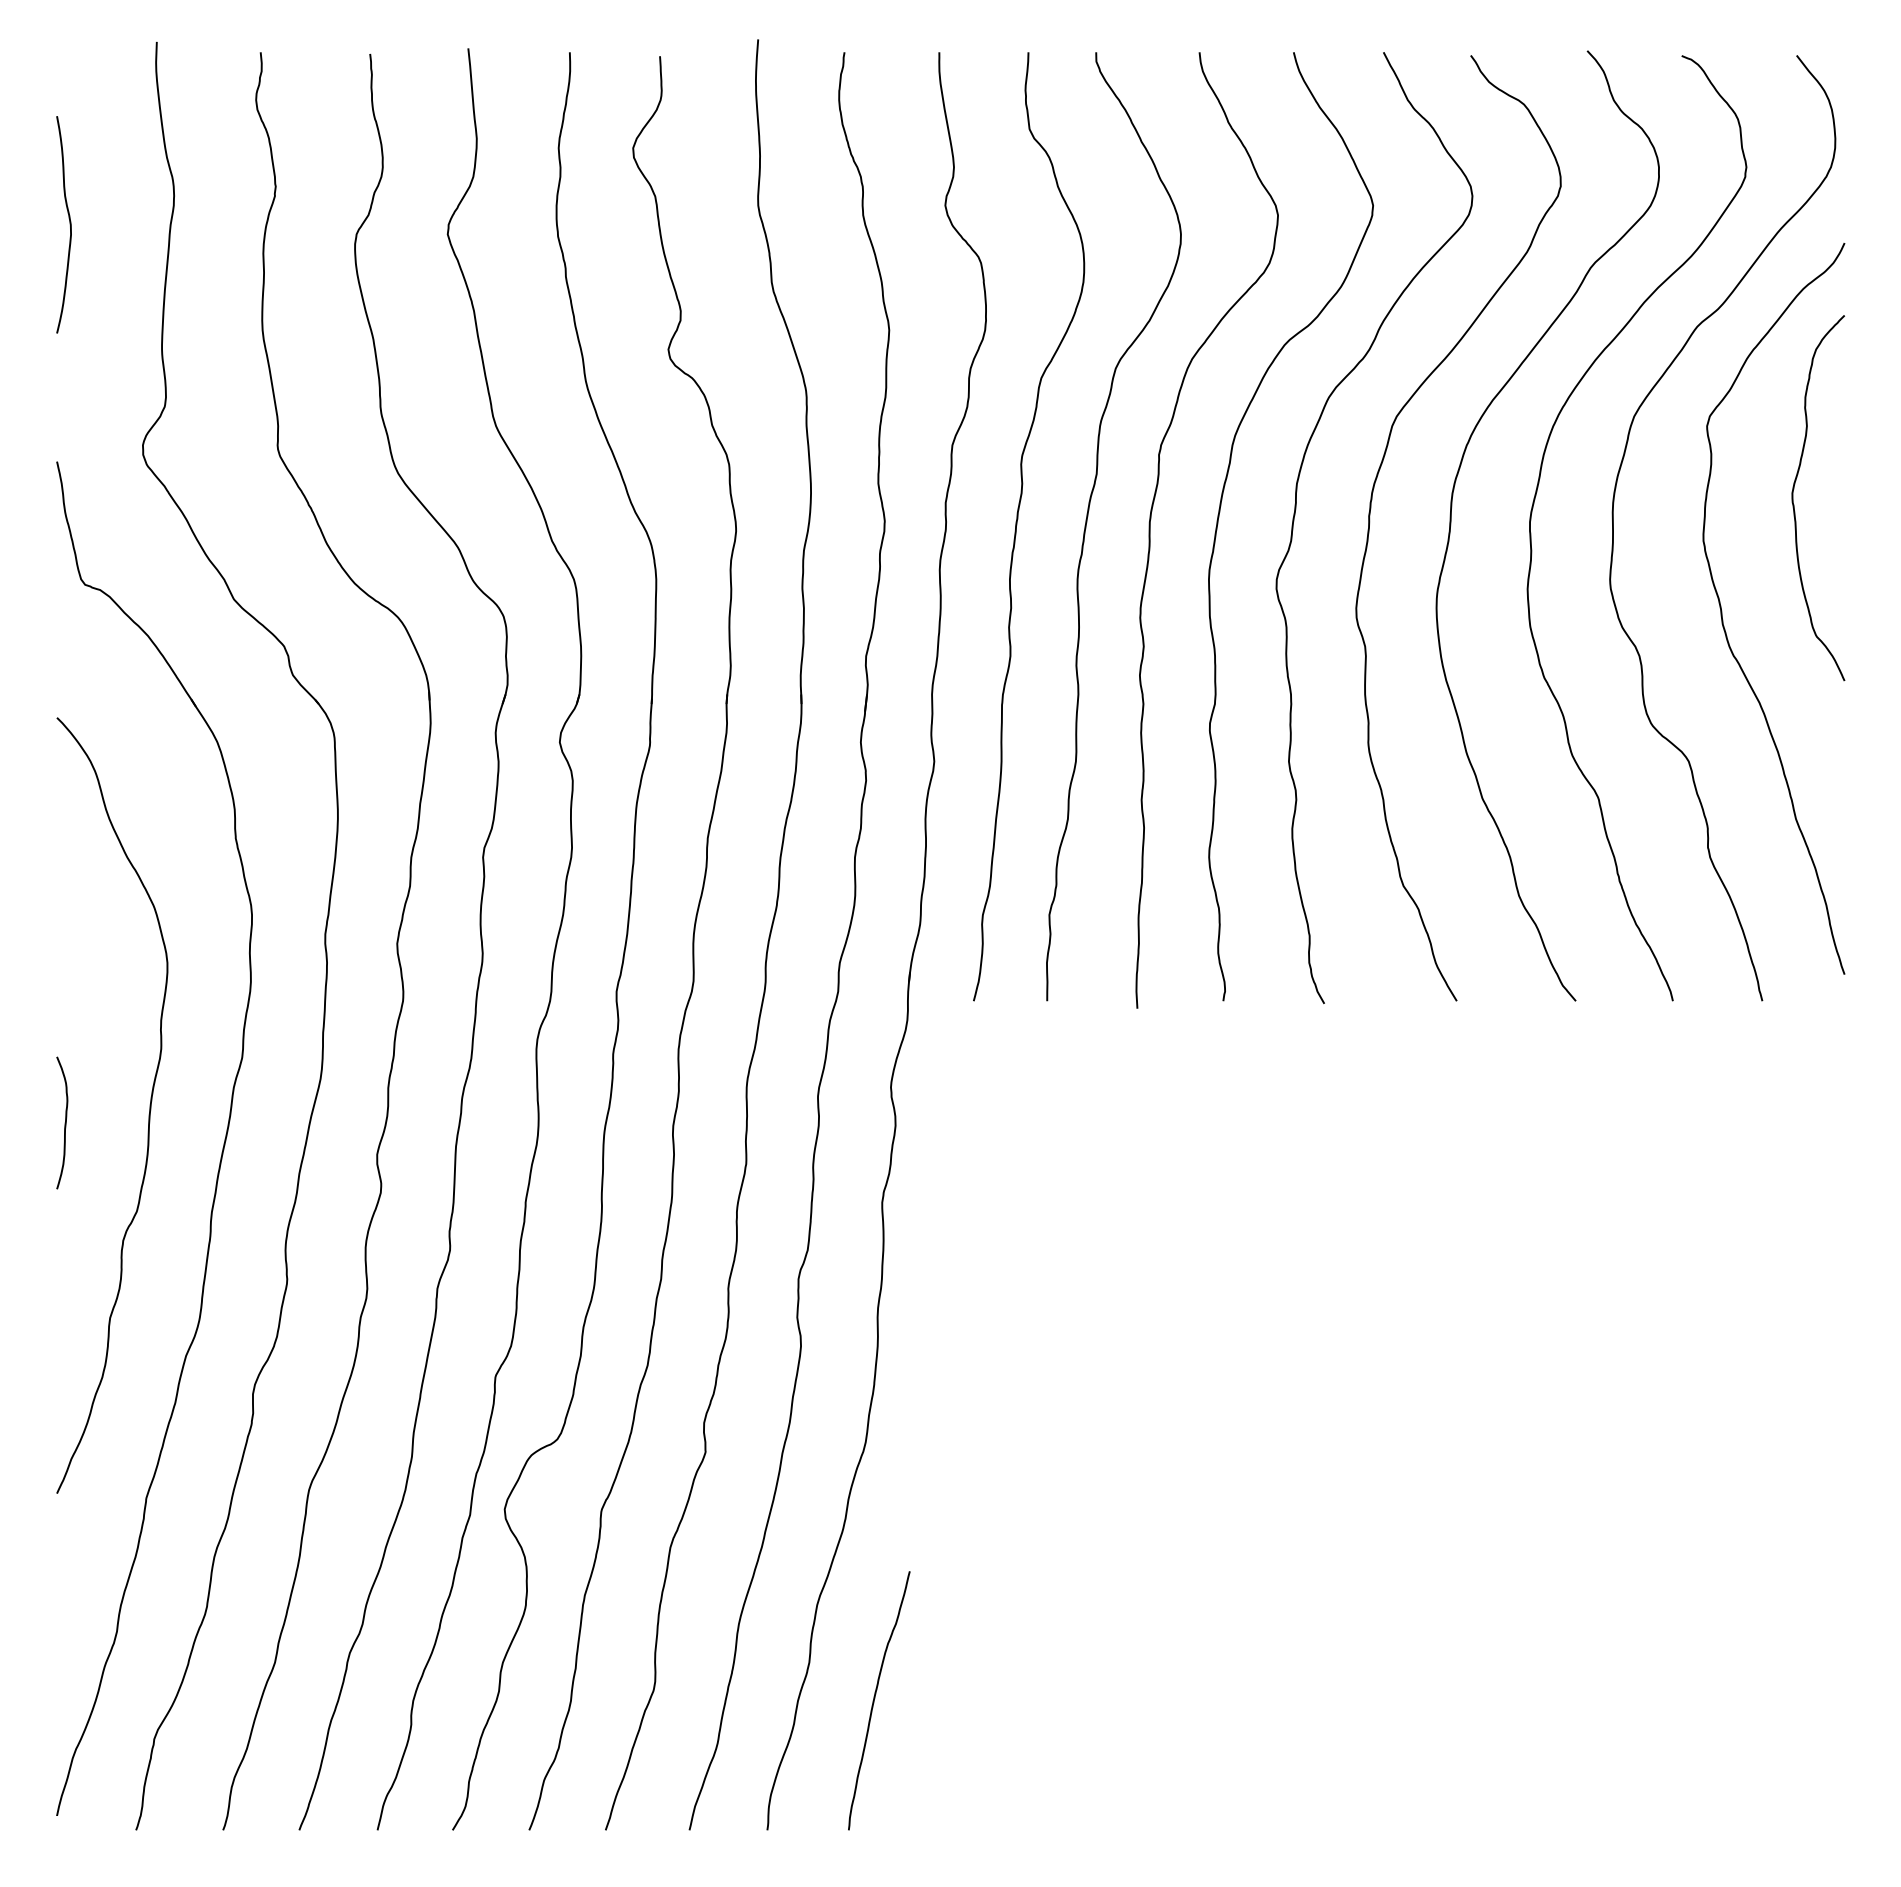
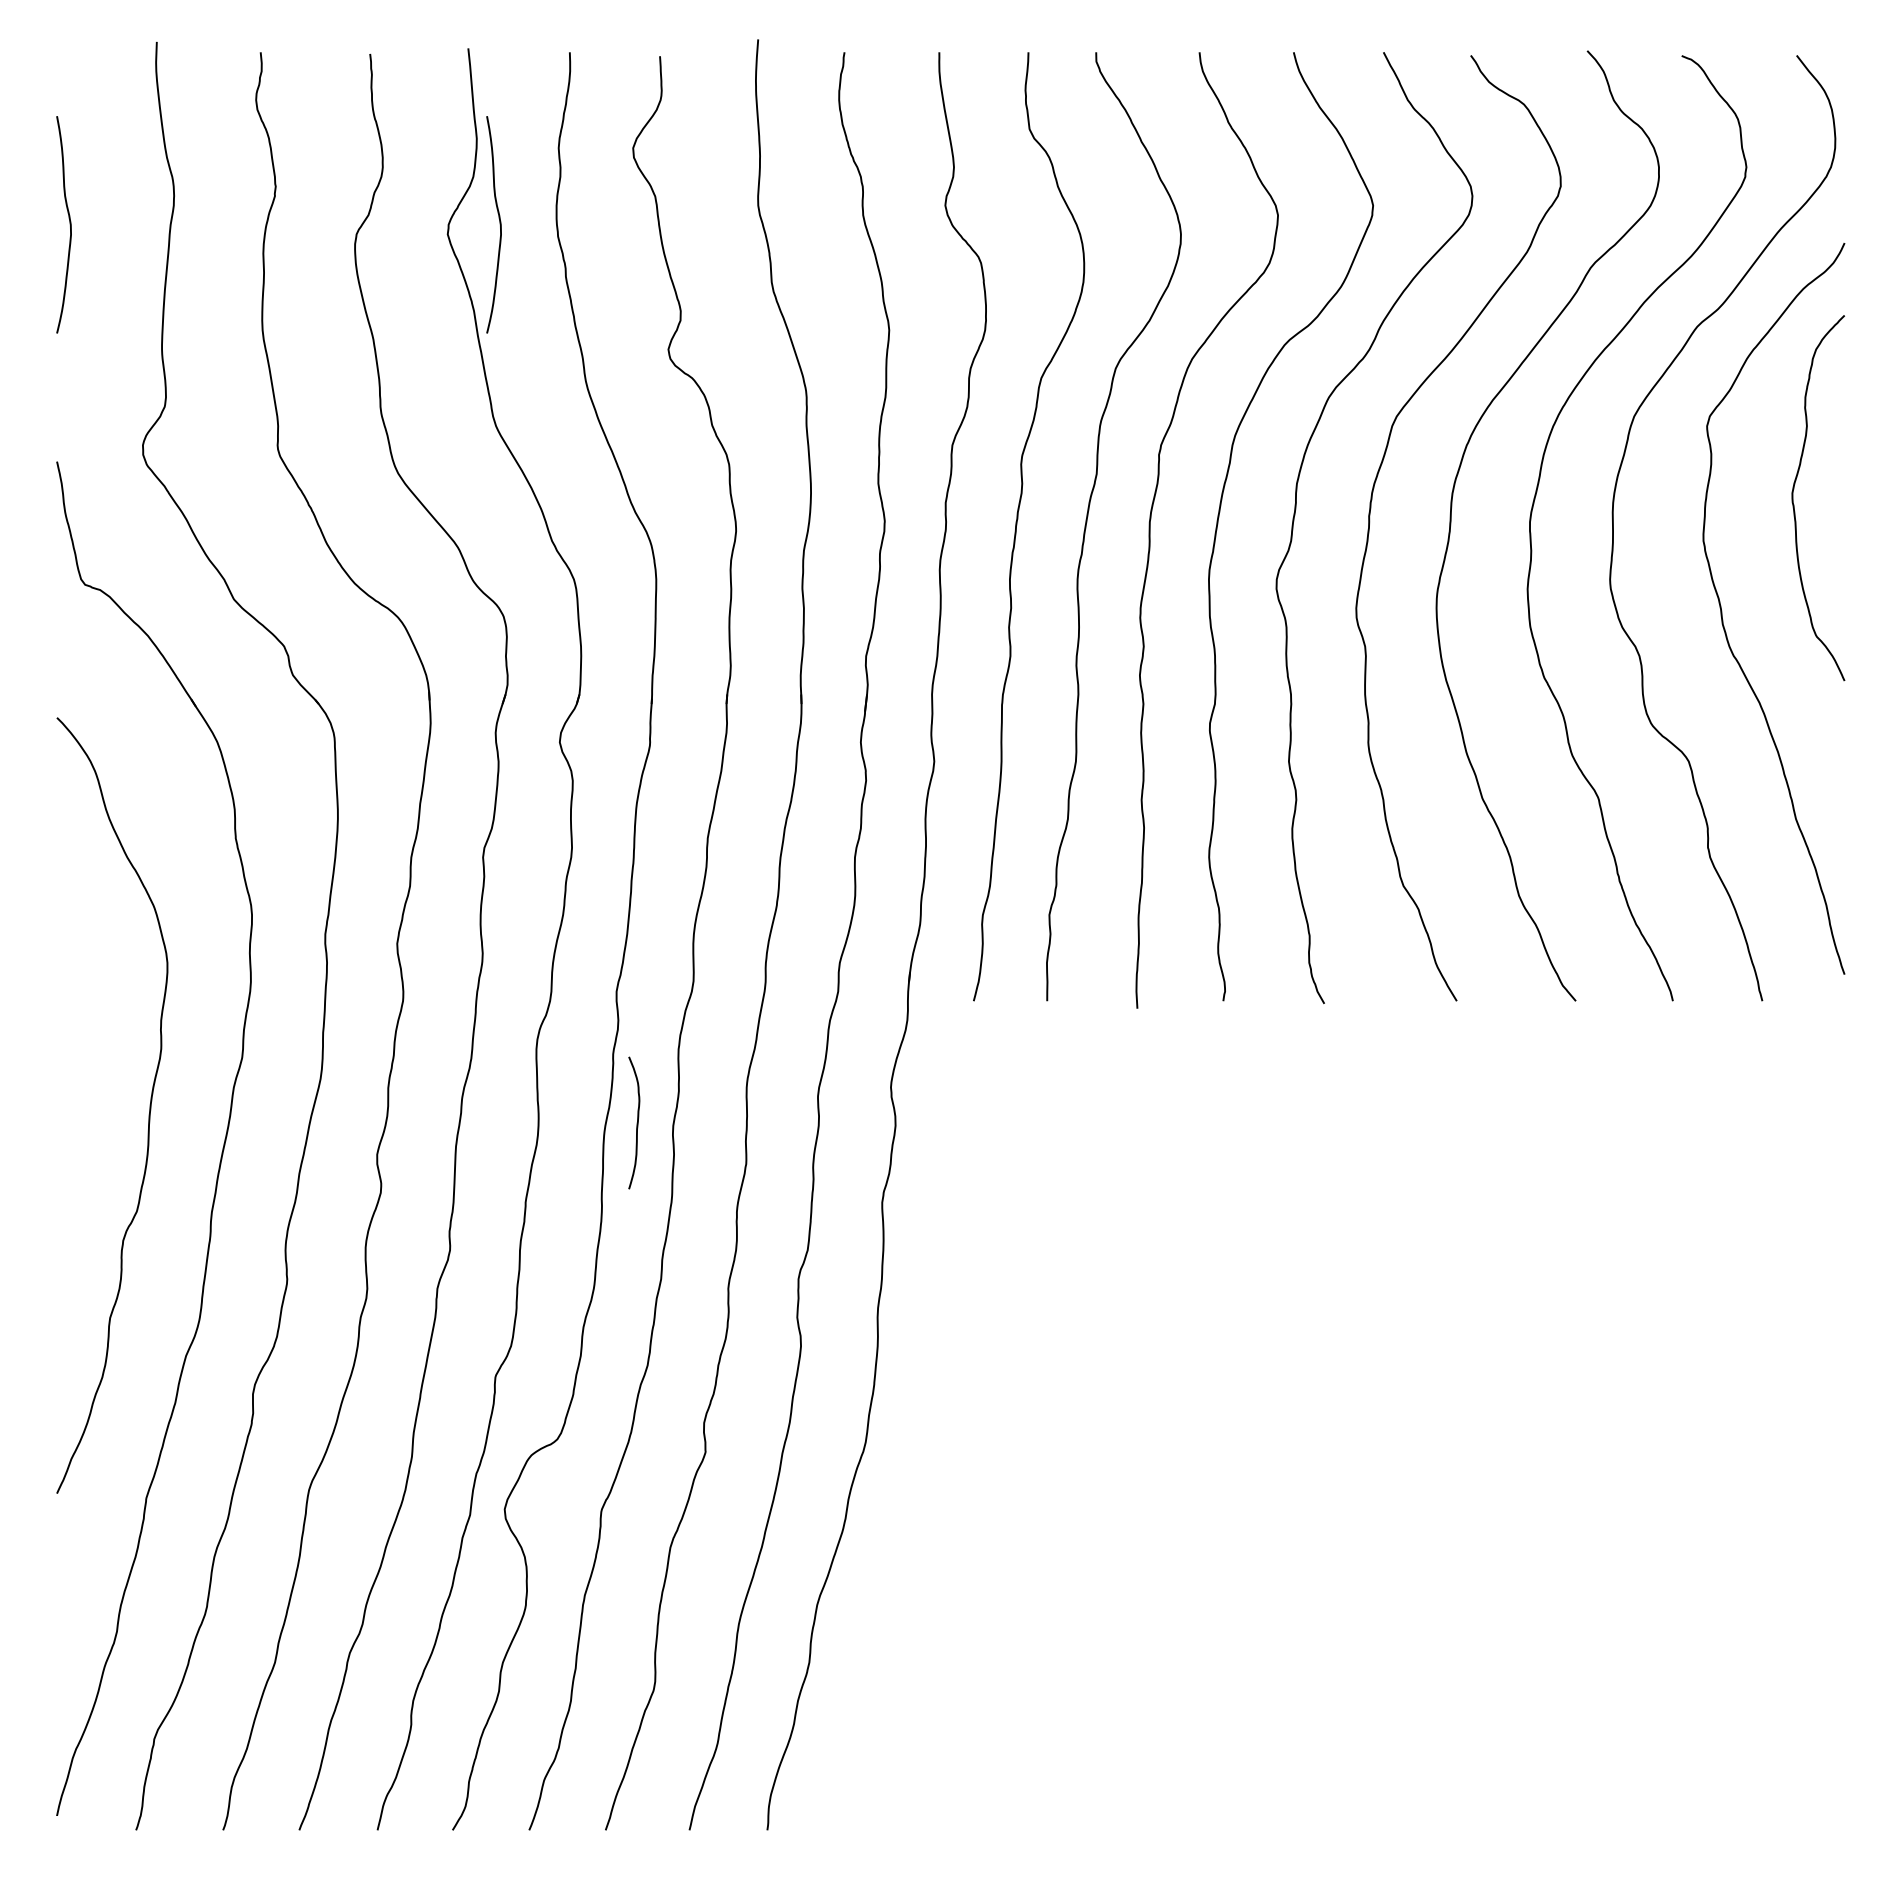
curve at (499, 224): none -> present
curve at (64, 1122) position: (64, 1122) -> (636, 1122)
curve at (875, 1698): present -> none
